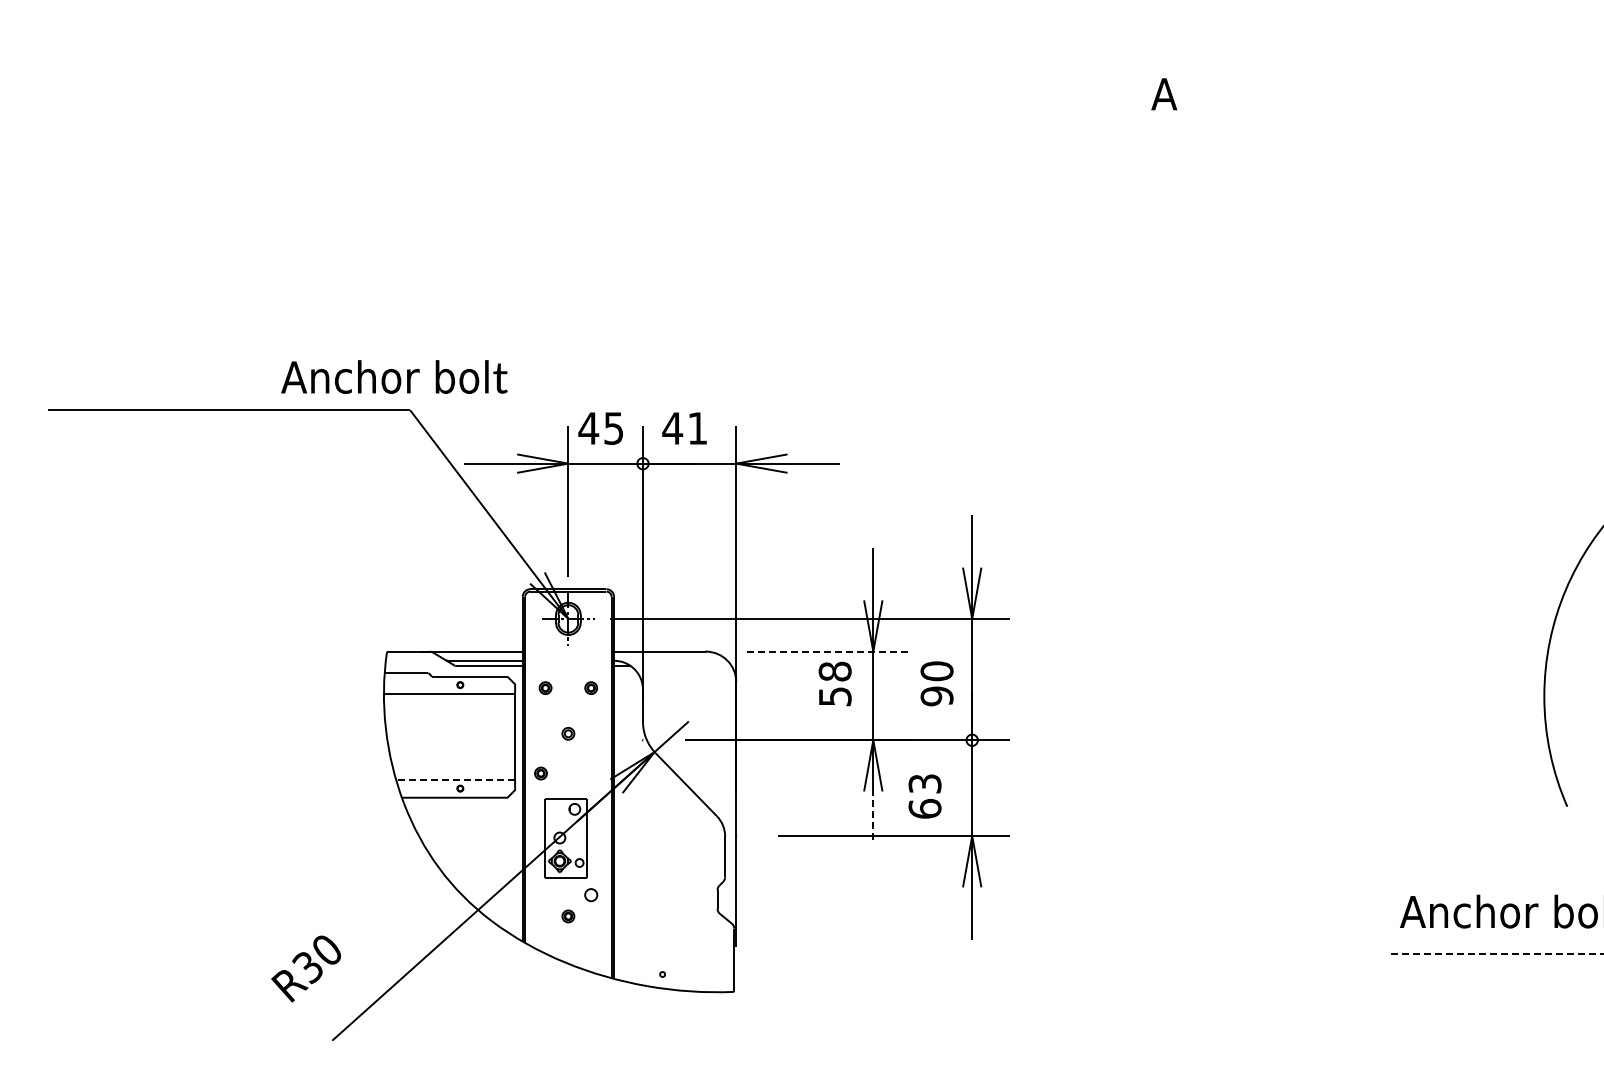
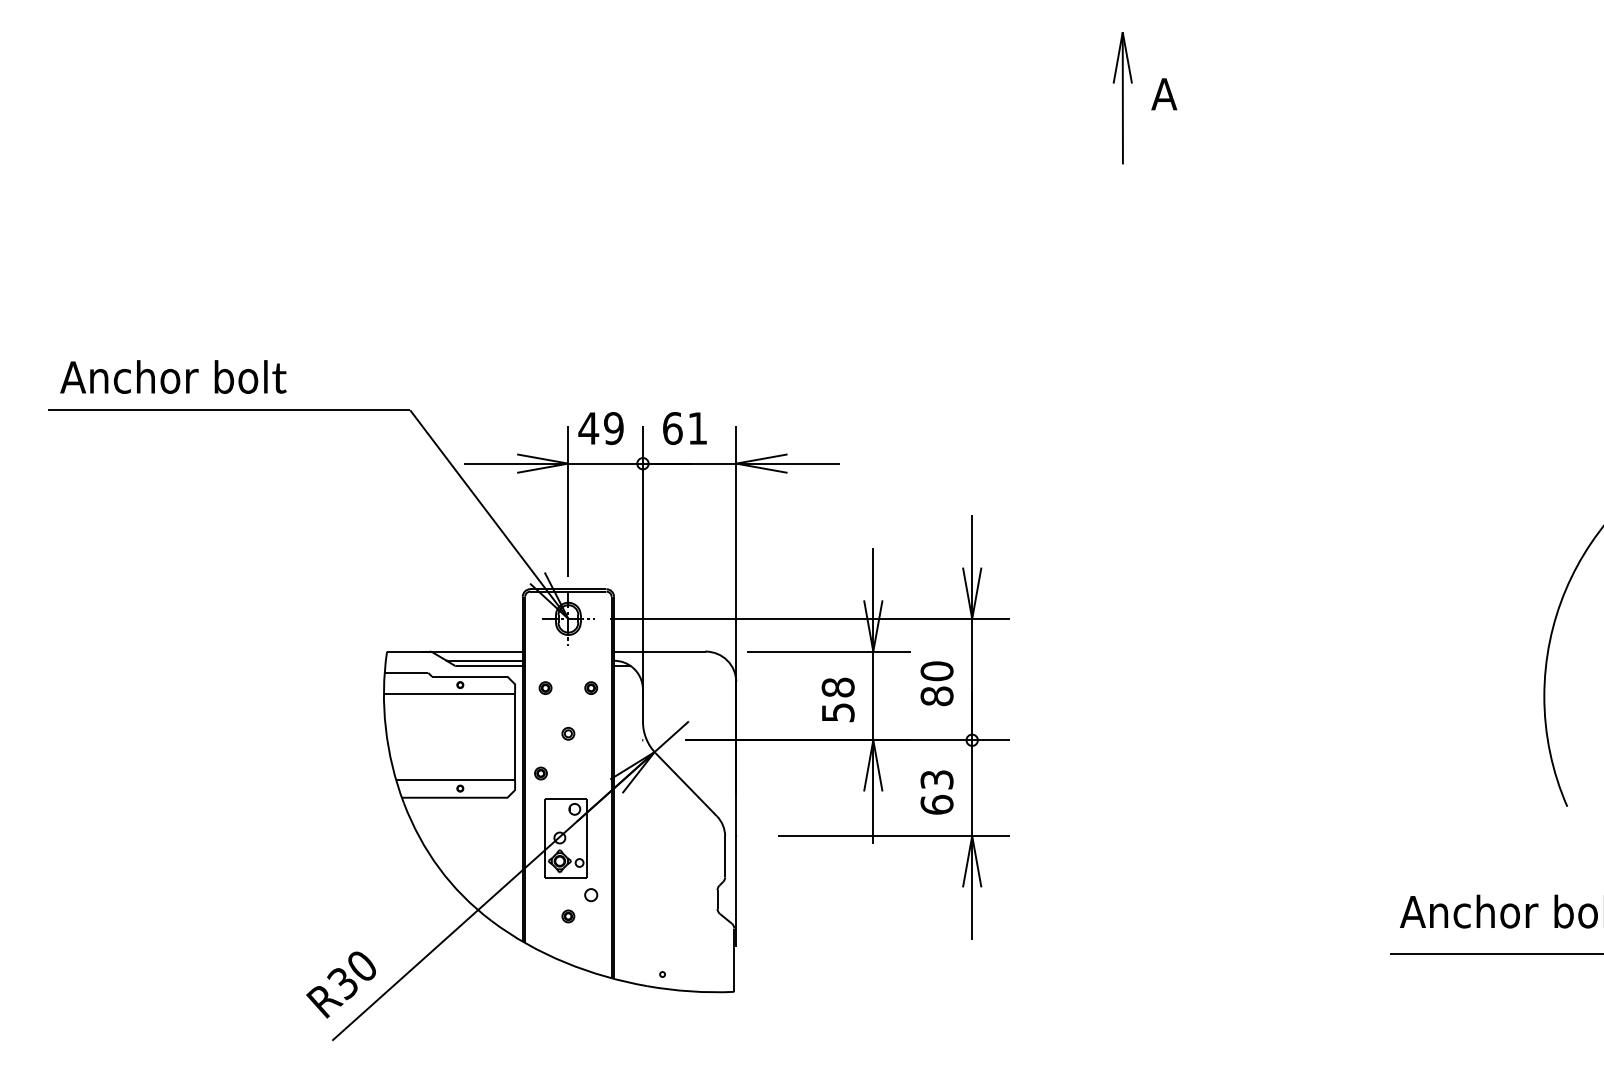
part at (1122, 98): none -> present
text at (394, 376) position: (394, 376) -> (173, 376)
text at (613, 428): 45 -> 49
text at (672, 428): 41 -> 61
line at (829, 651): dashed -> solid
text at (834, 683) position: (834, 683) -> (837, 699)
text at (936, 696): 90 -> 80
line at (455, 779): dashed -> solid
text at (924, 796) position: (924, 796) -> (936, 792)
line at (873, 817): dashed -> solid
line at (1496, 954): dashed -> solid
text at (305, 968) position: (305, 968) -> (340, 984)
